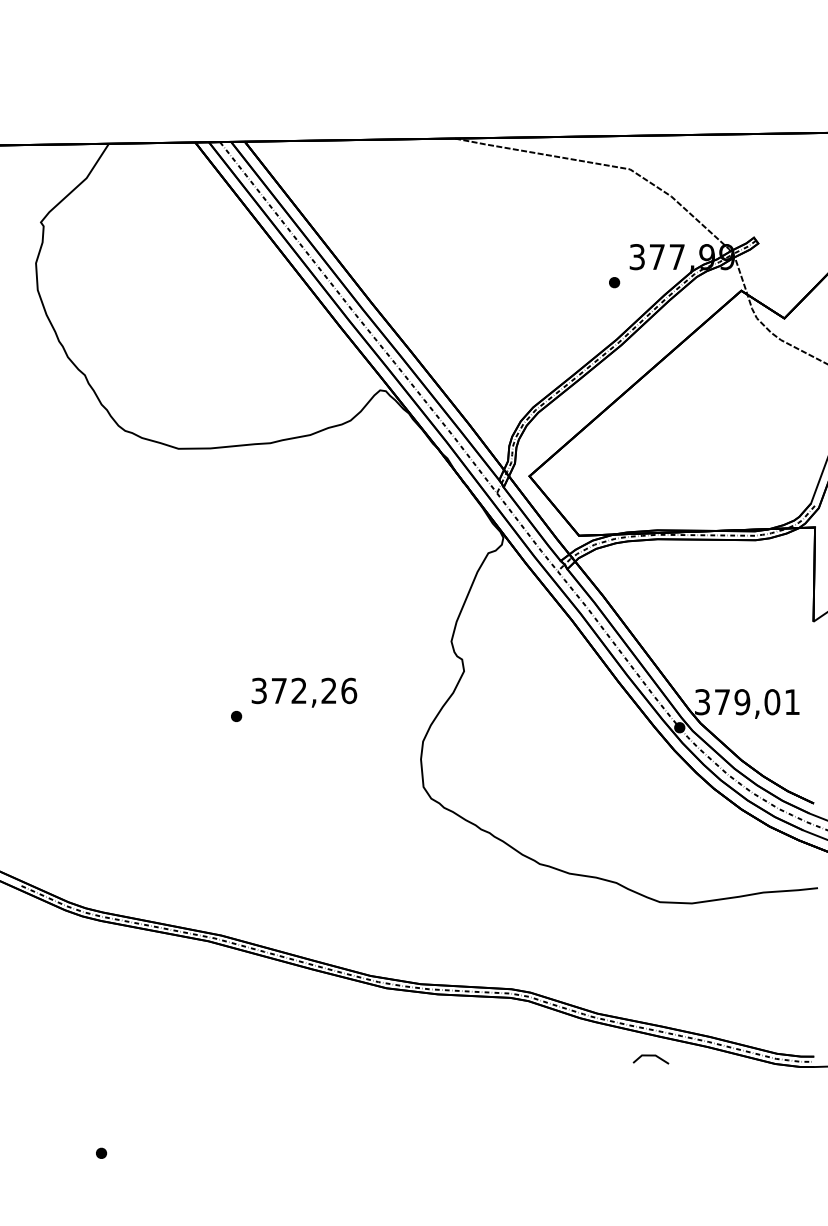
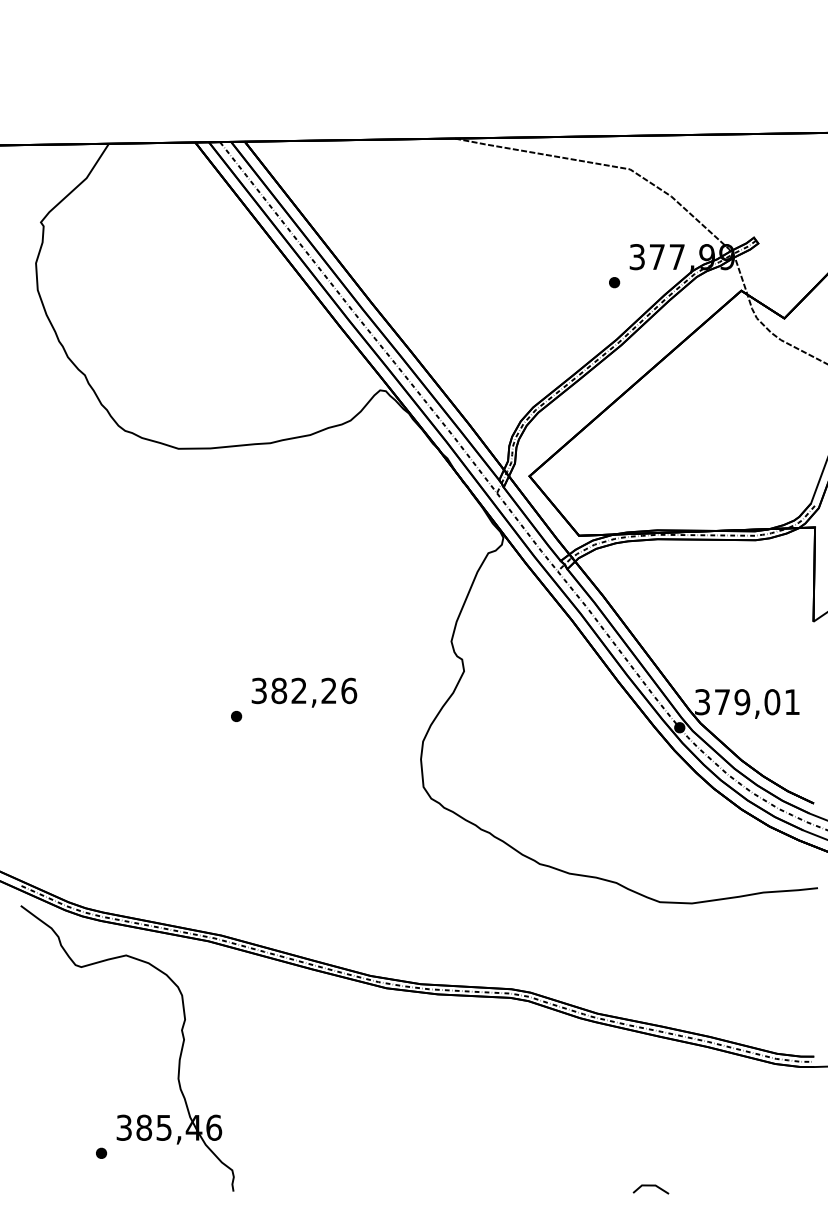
text at (279, 690): 372,26 -> 382,26
line at (650, 1056) position: (650, 1056) -> (650, 1186)
part at (178, 1060): none -> present
